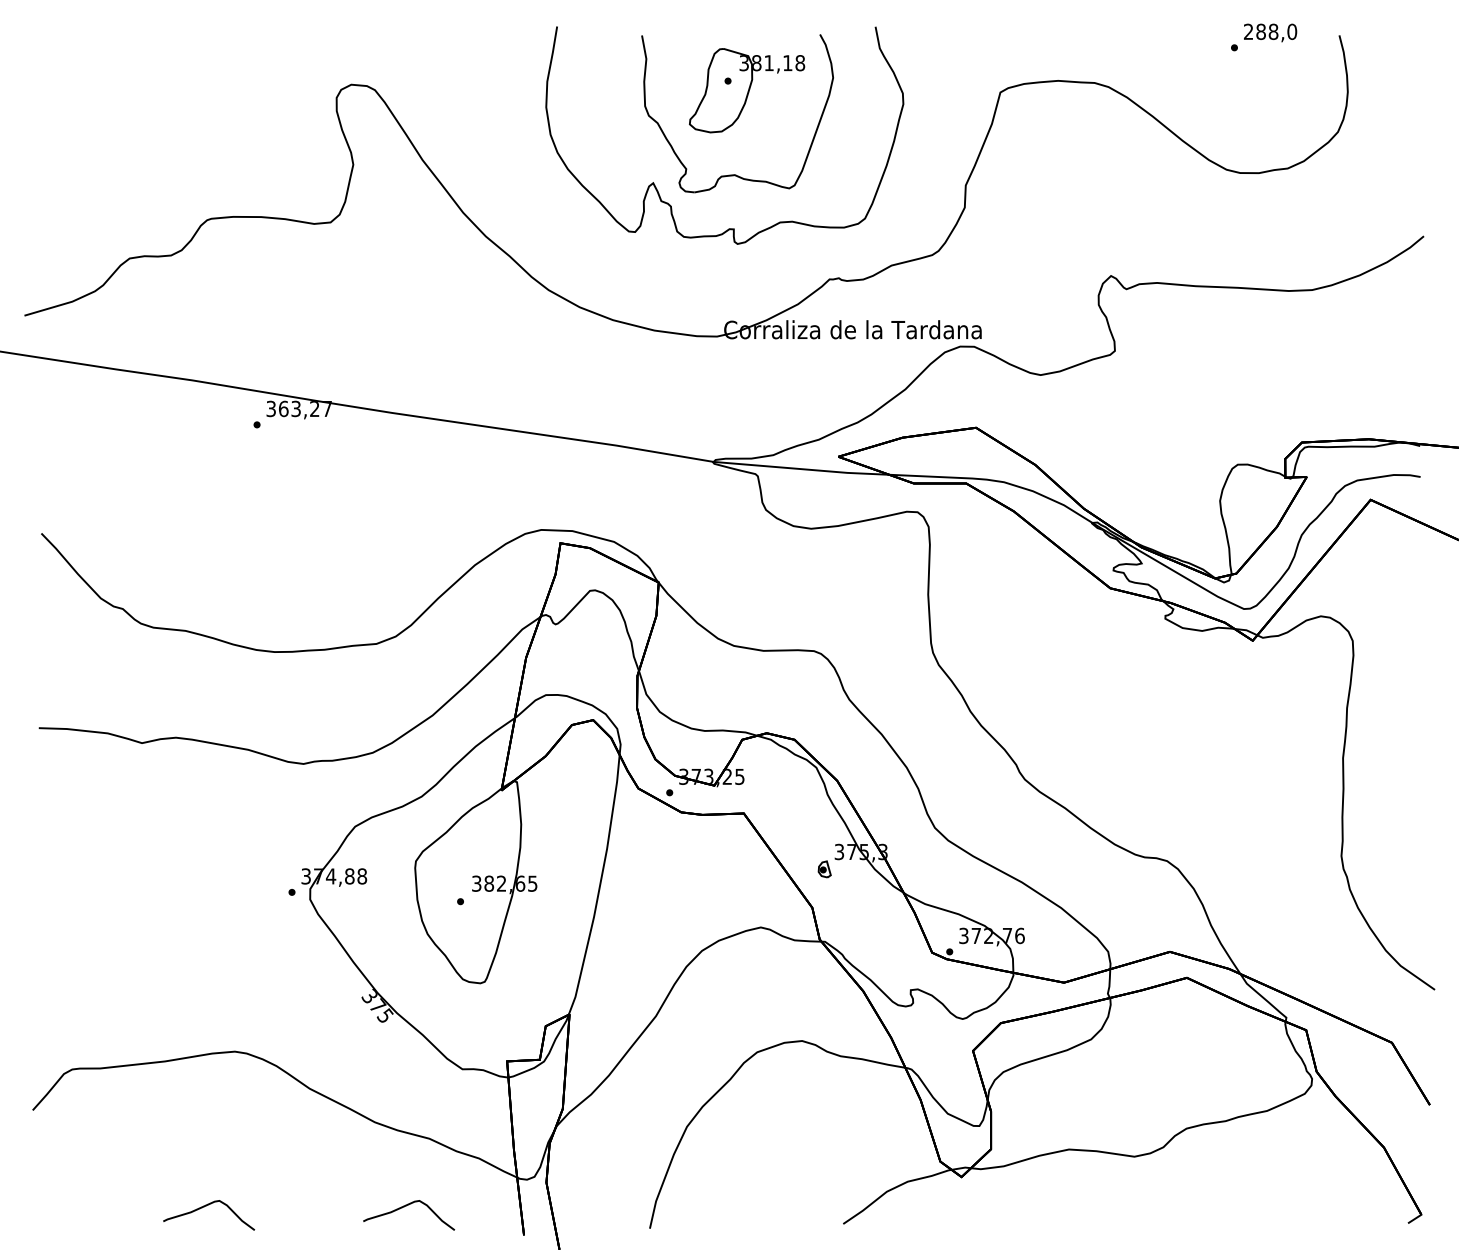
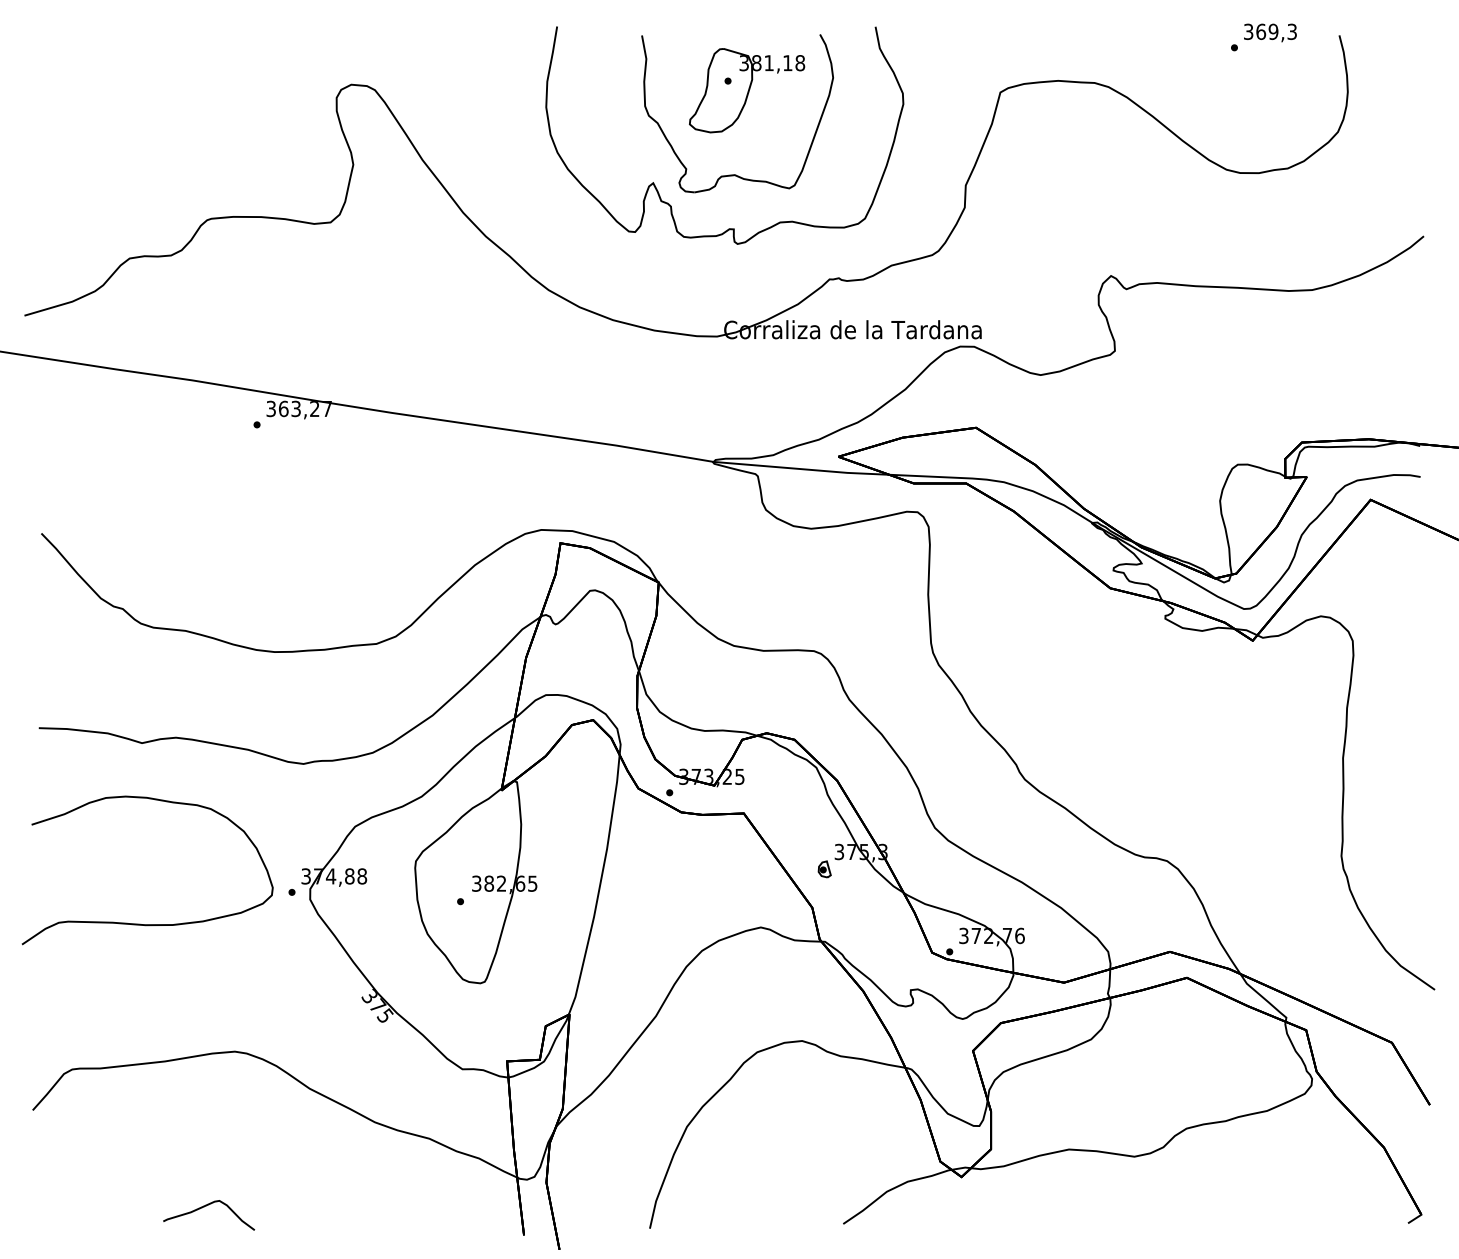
text at (1270, 31): 288,0 -> 369,3
curve at (140, 923): none -> present
curve at (404, 1207): present -> none
